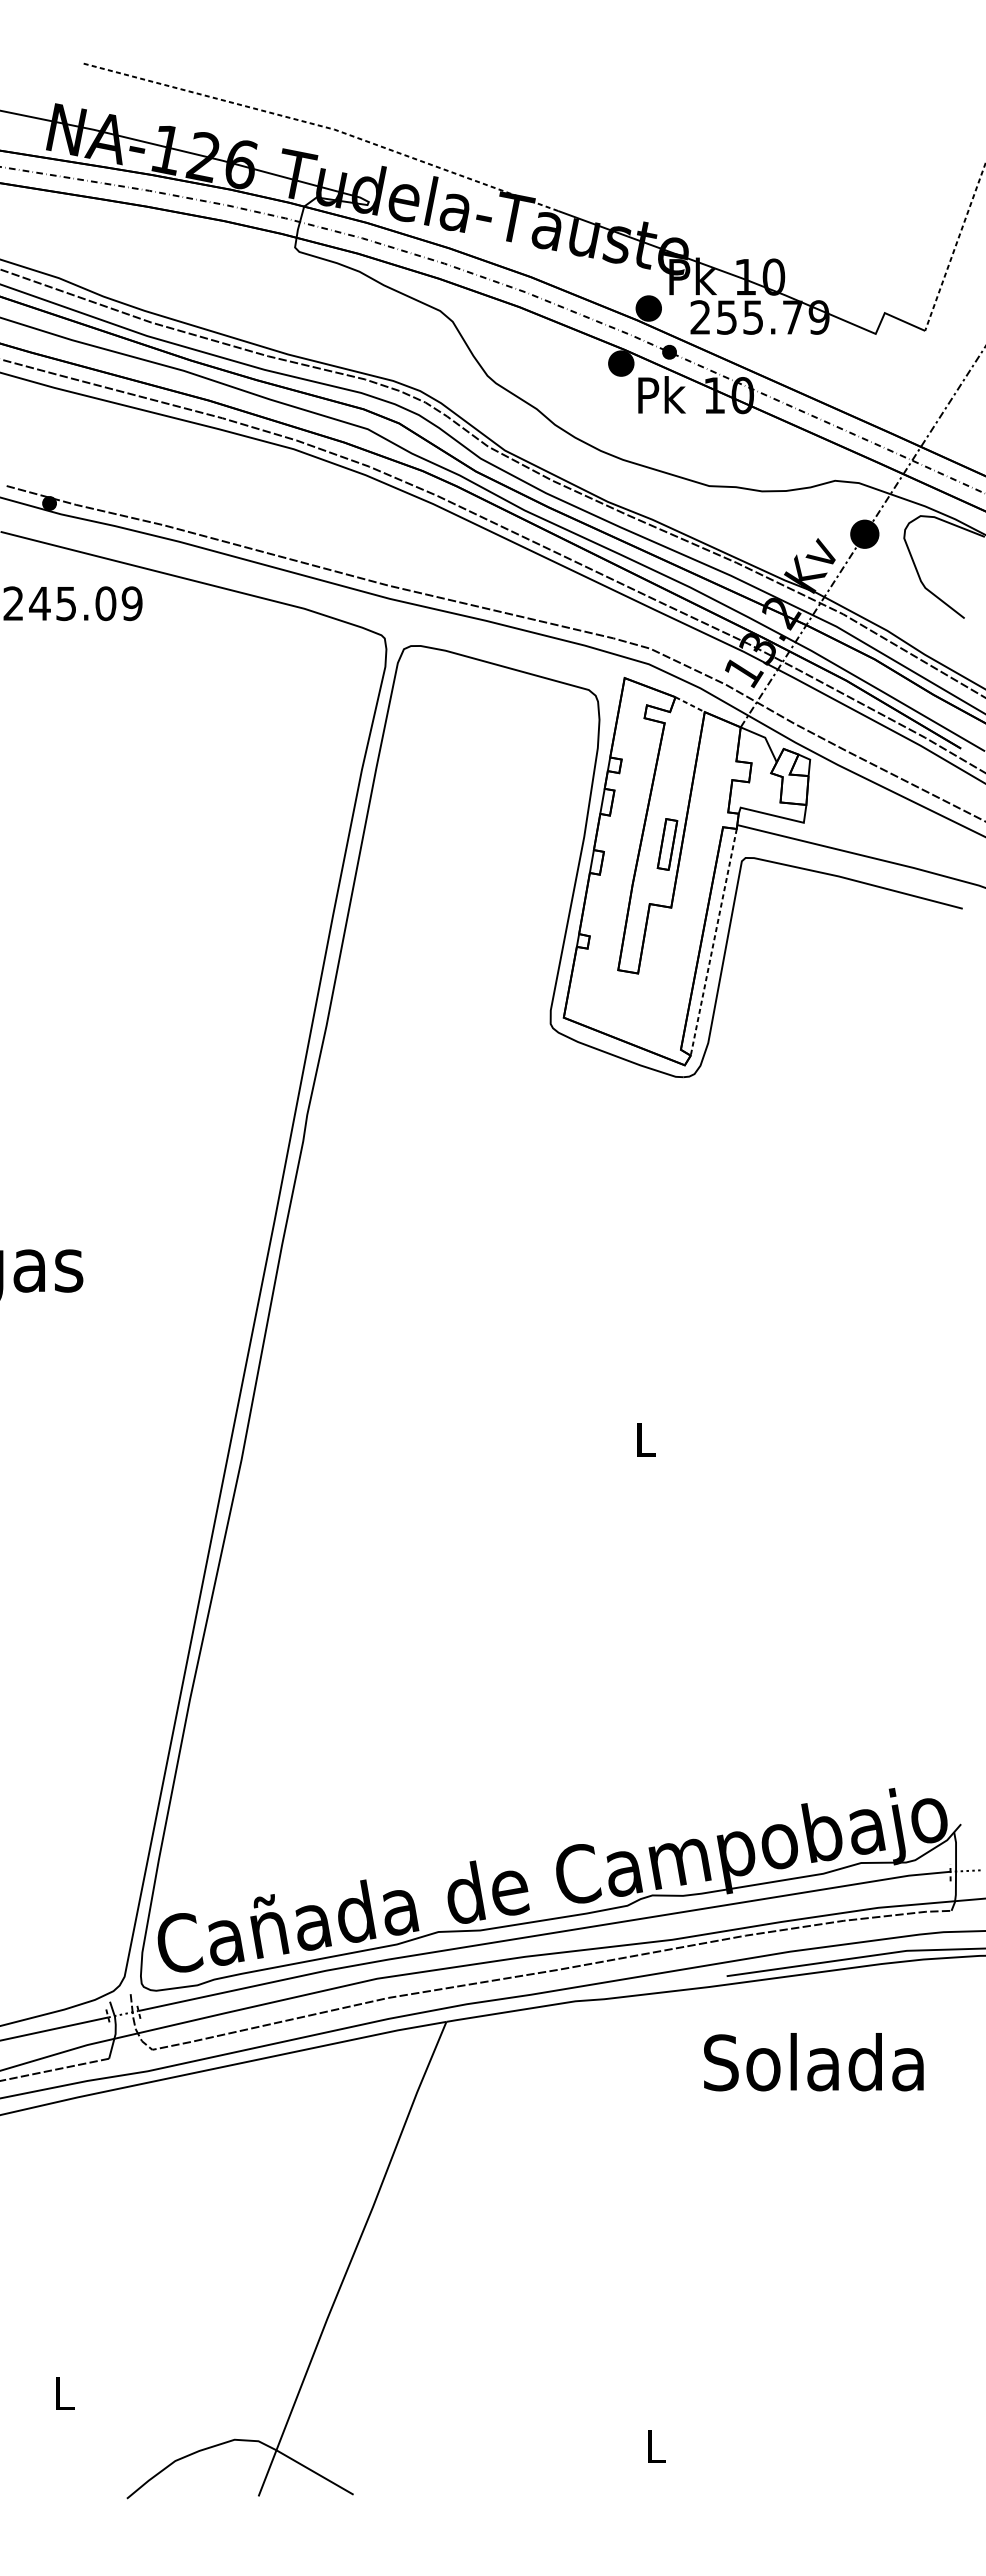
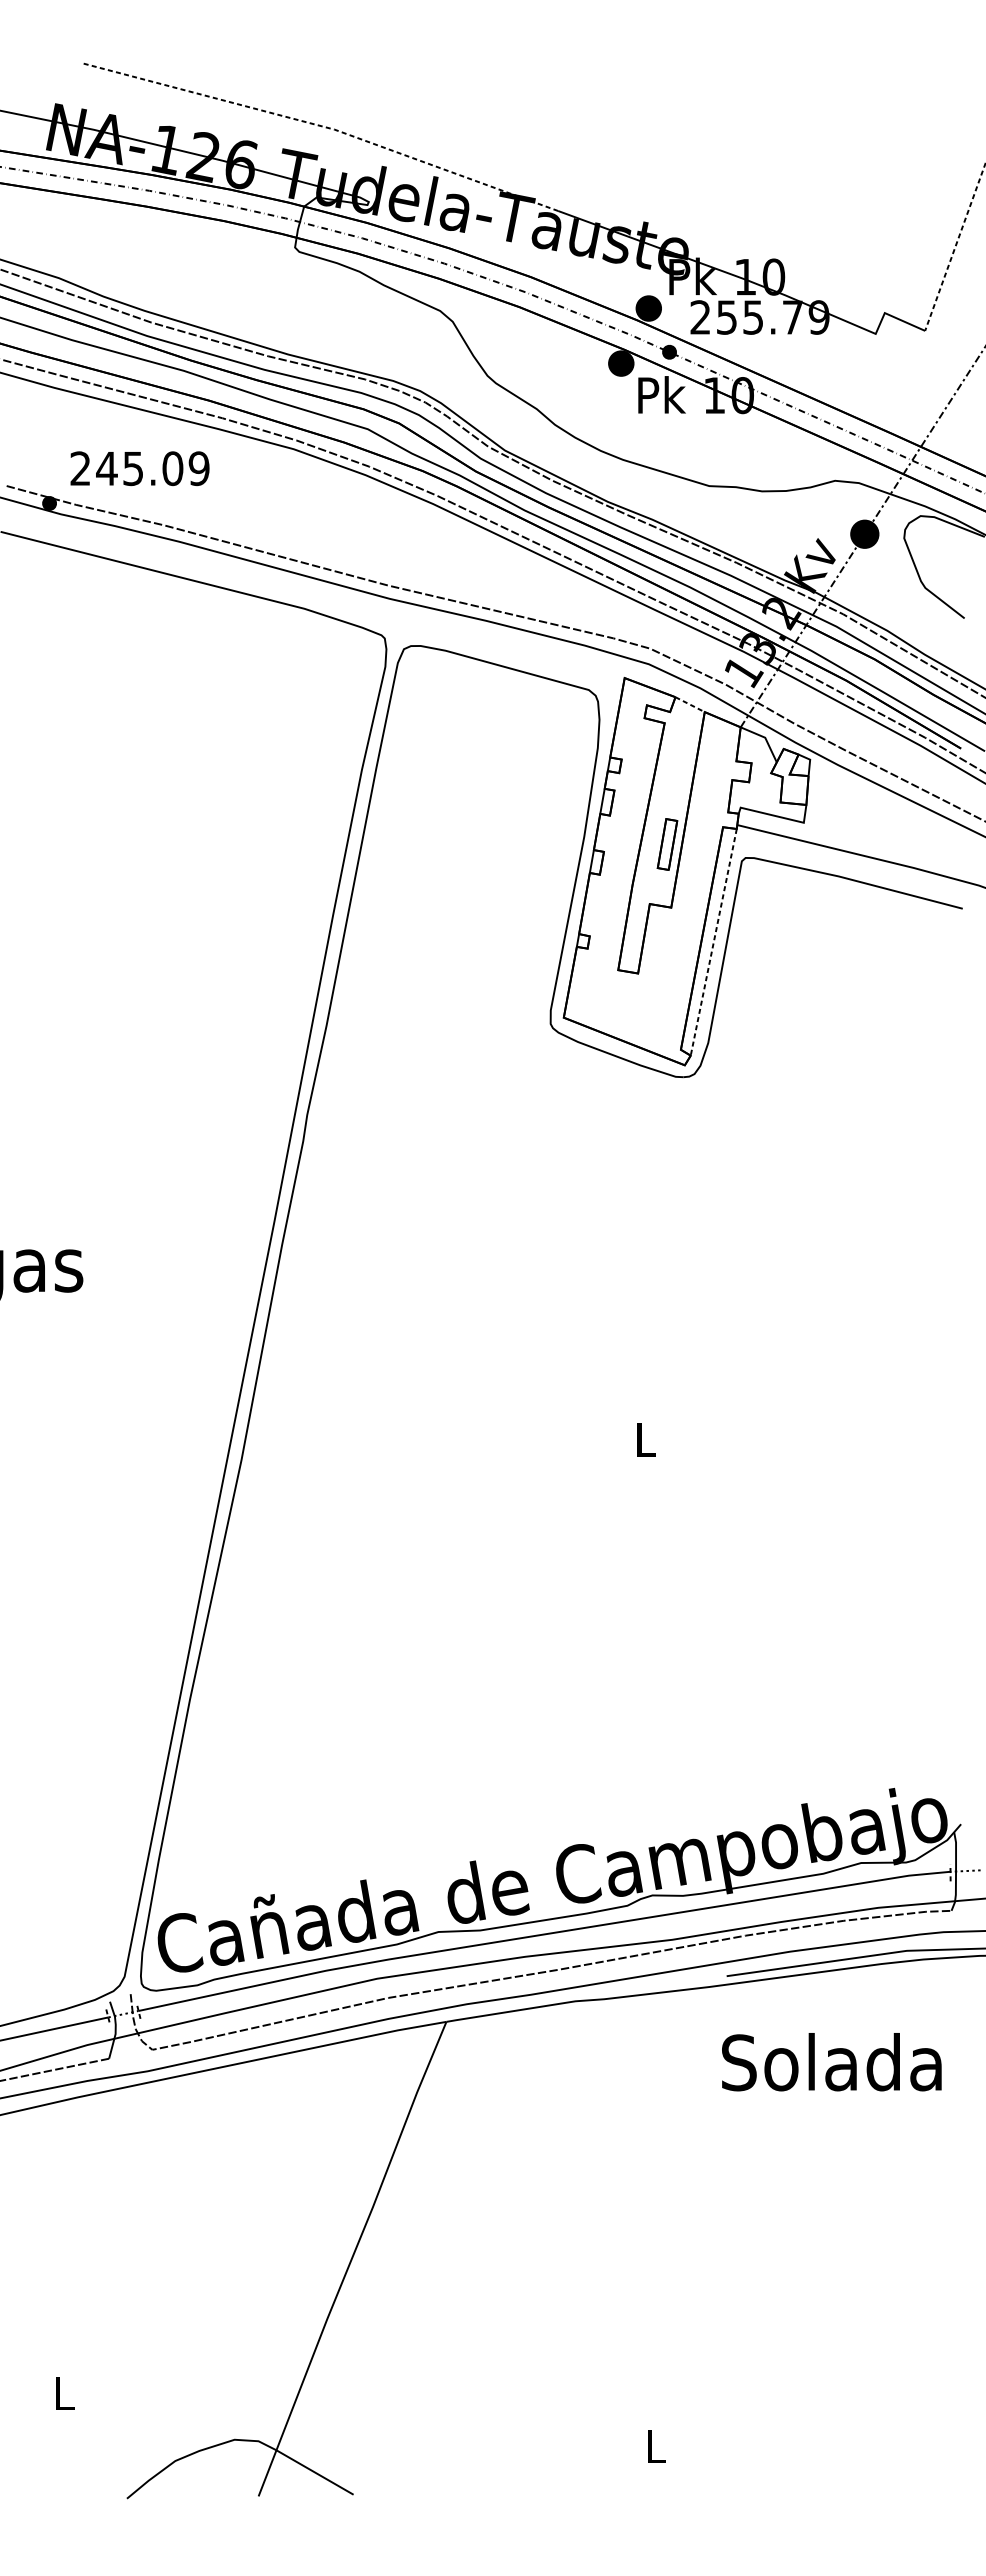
text at (72, 603) position: (72, 603) -> (139, 468)
text at (813, 2062) position: (813, 2062) -> (831, 2062)
